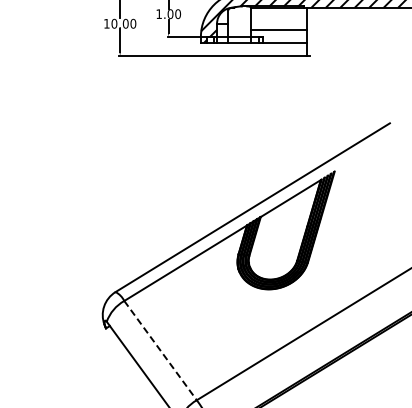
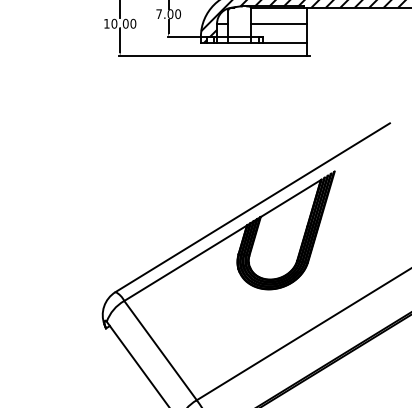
text at (158, 13): 1.00 -> 7.00
line at (278, 29) position: (278, 29) -> (278, 23)
line at (160, 351): dashed -> solid
